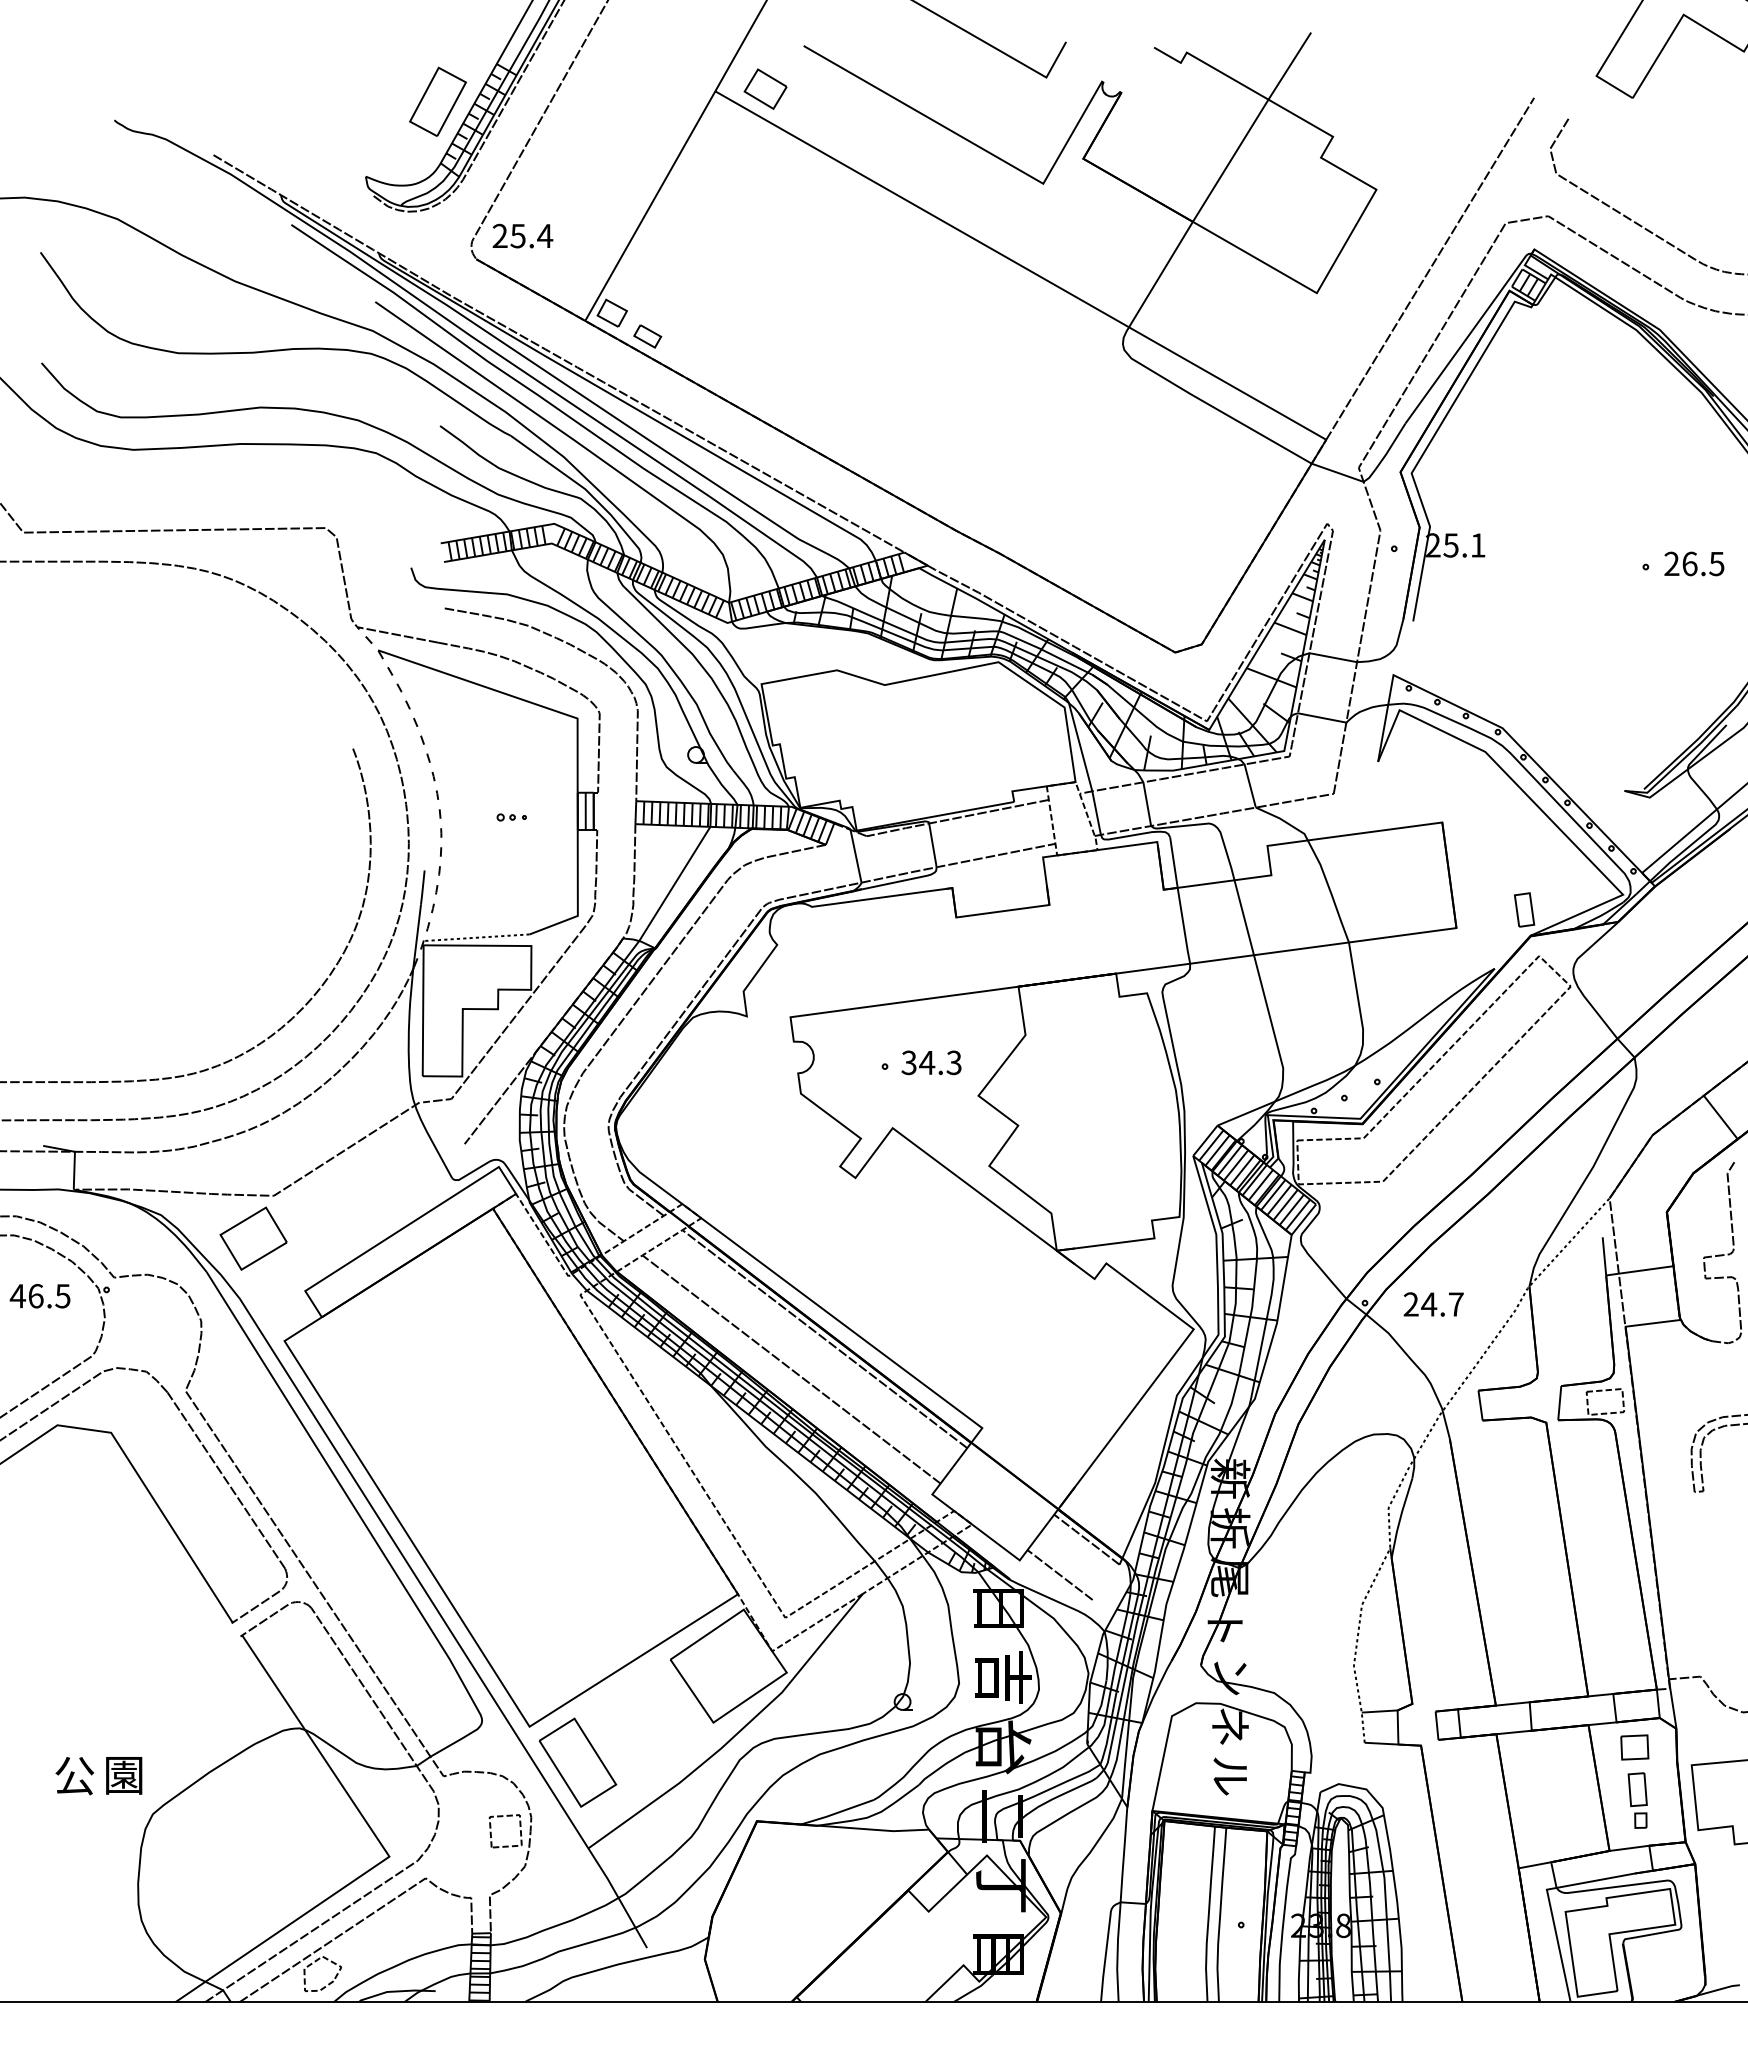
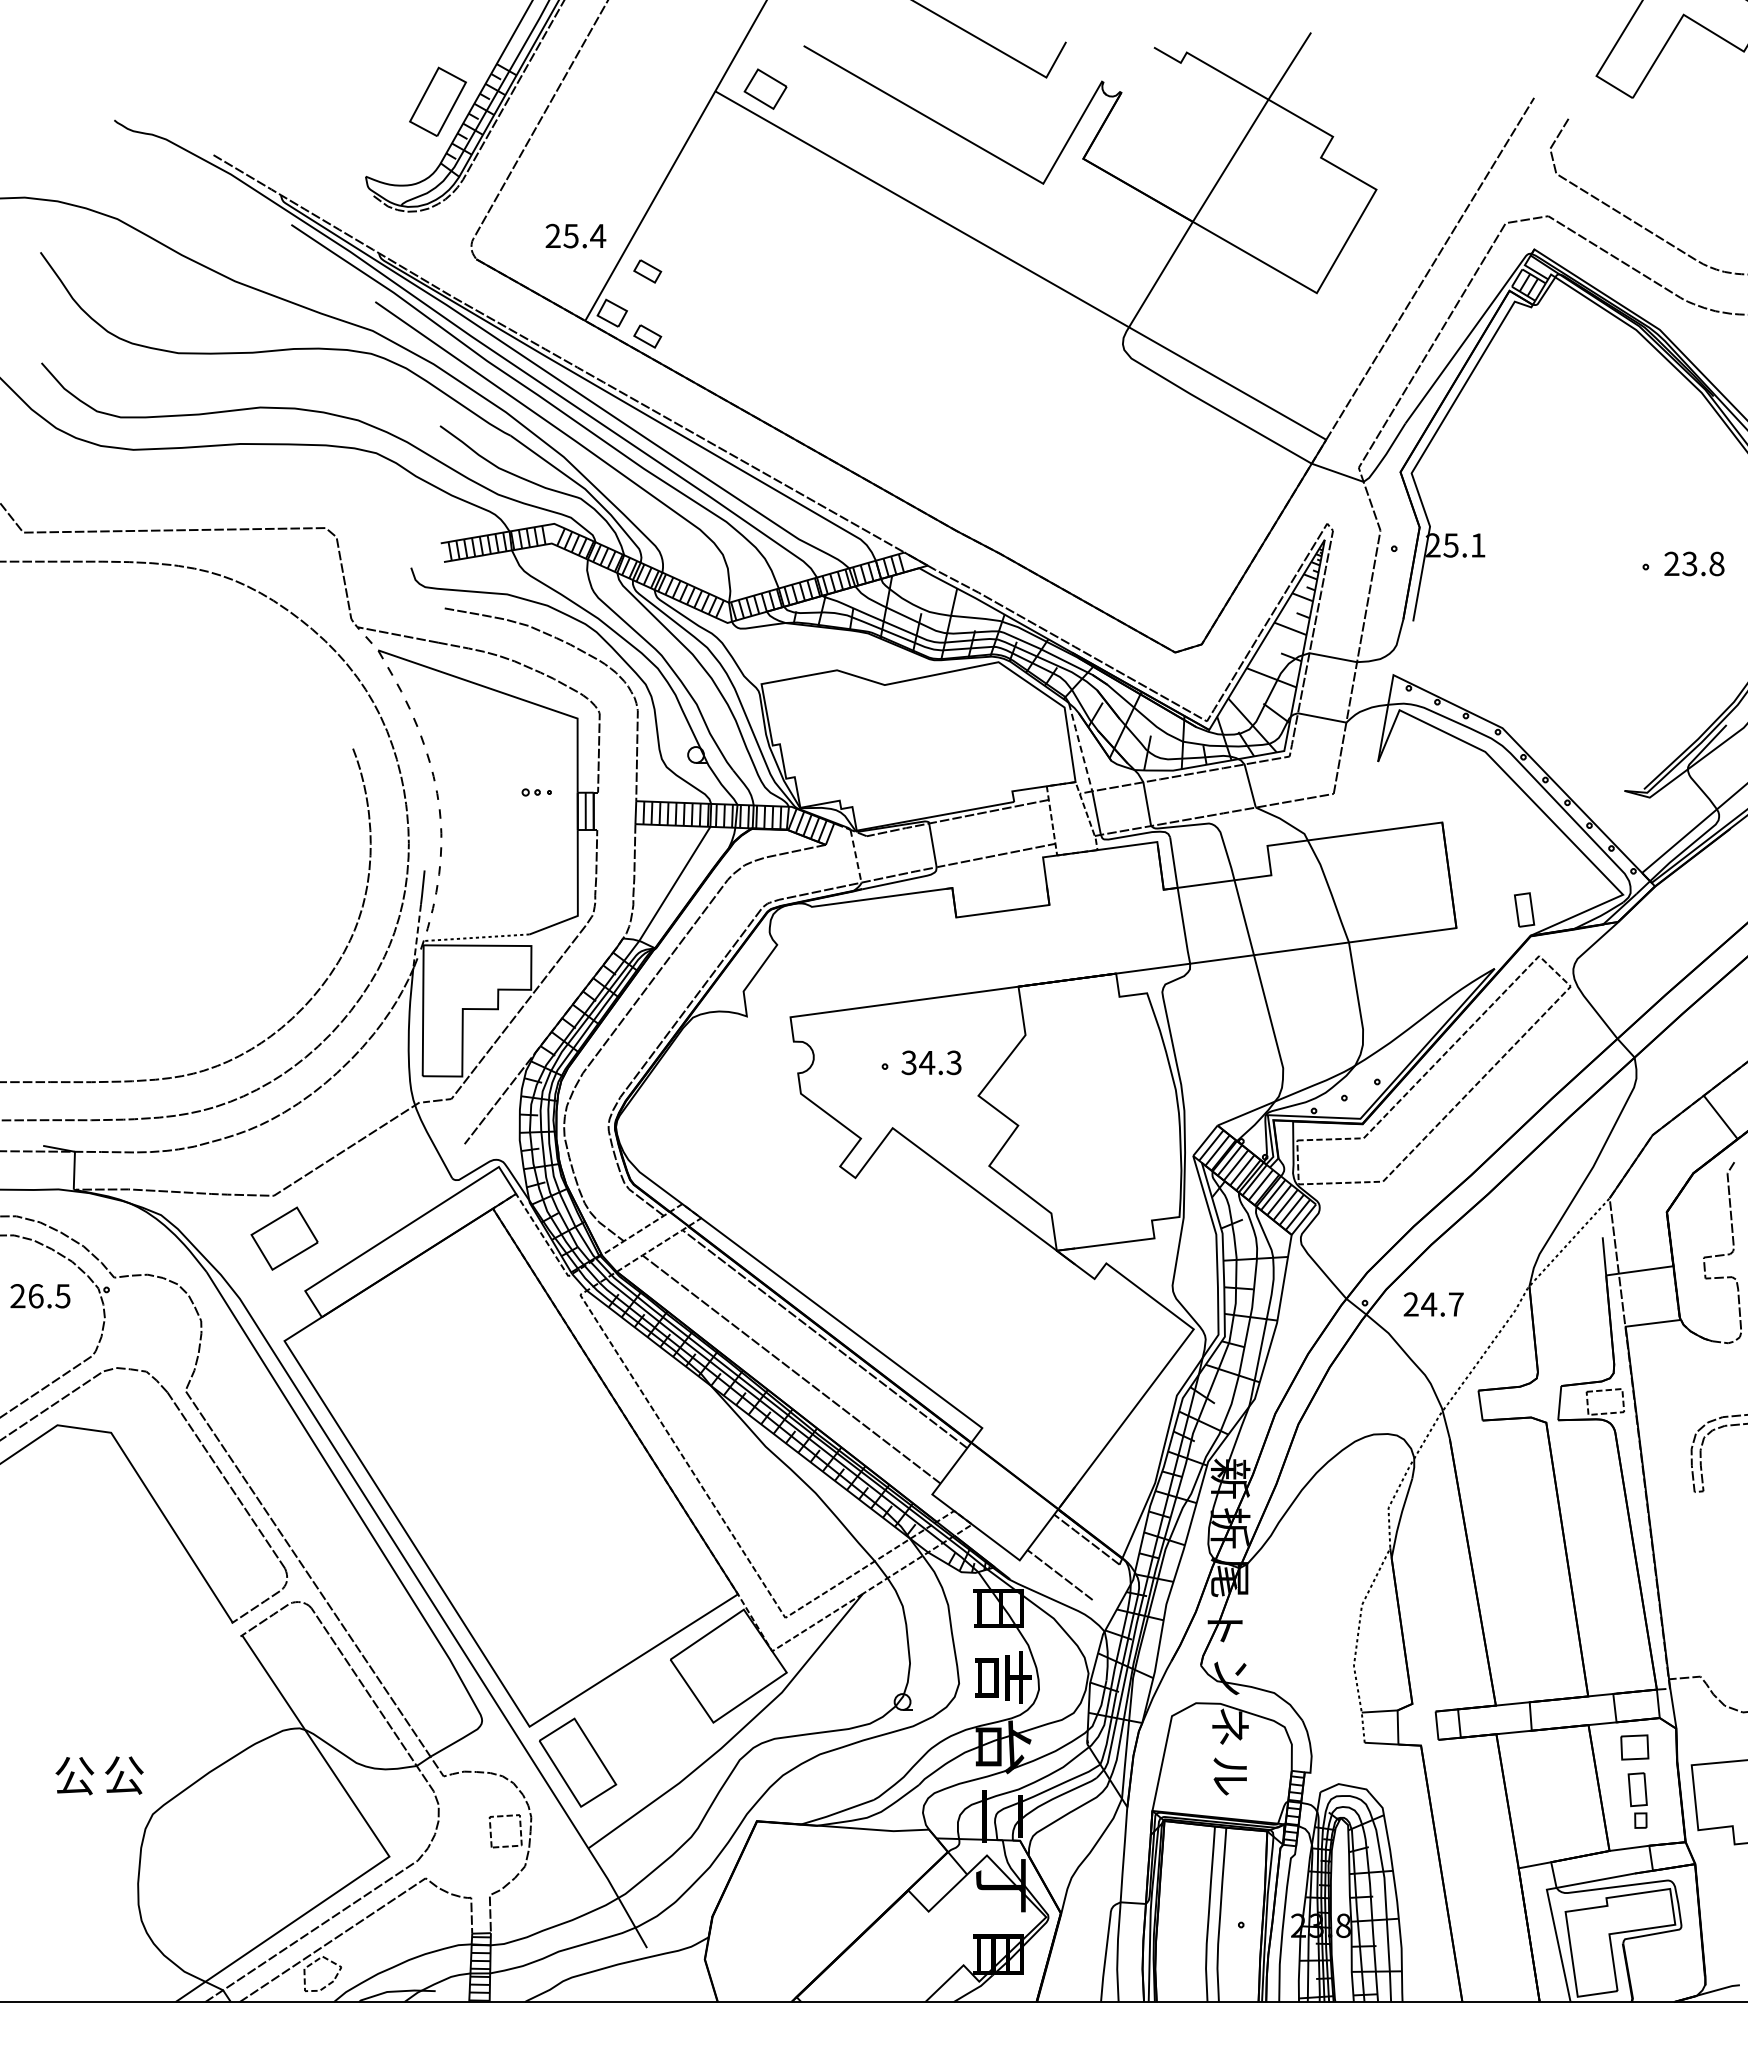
text at (522, 235) position: (522, 235) -> (575, 235)
part at (647, 271): none -> present
text at (1703, 563): 26.5 -> 23.8
line at (1080, 746): solid -> dashed
part at (511, 817) position: (511, 817) -> (536, 792)
line at (856, 856): solid -> dashed
line at (417, 937): solid -> dashed
part at (253, 1238) position: (253, 1238) -> (284, 1238)
text at (17, 1296): 46.5 -> 26.5
text at (124, 1775): 園 -> 公
